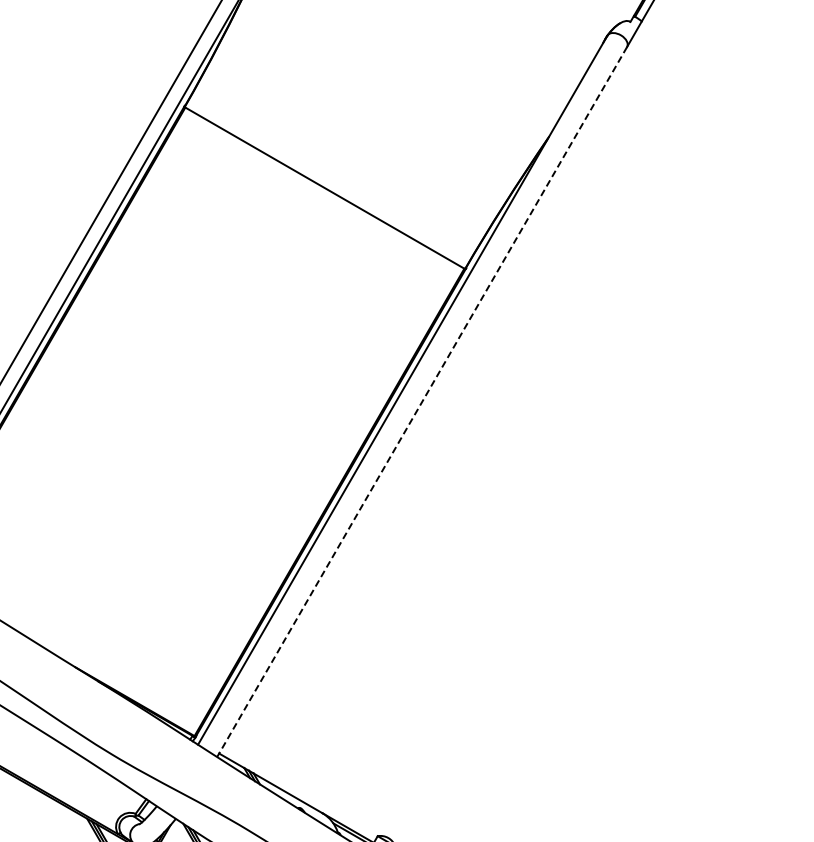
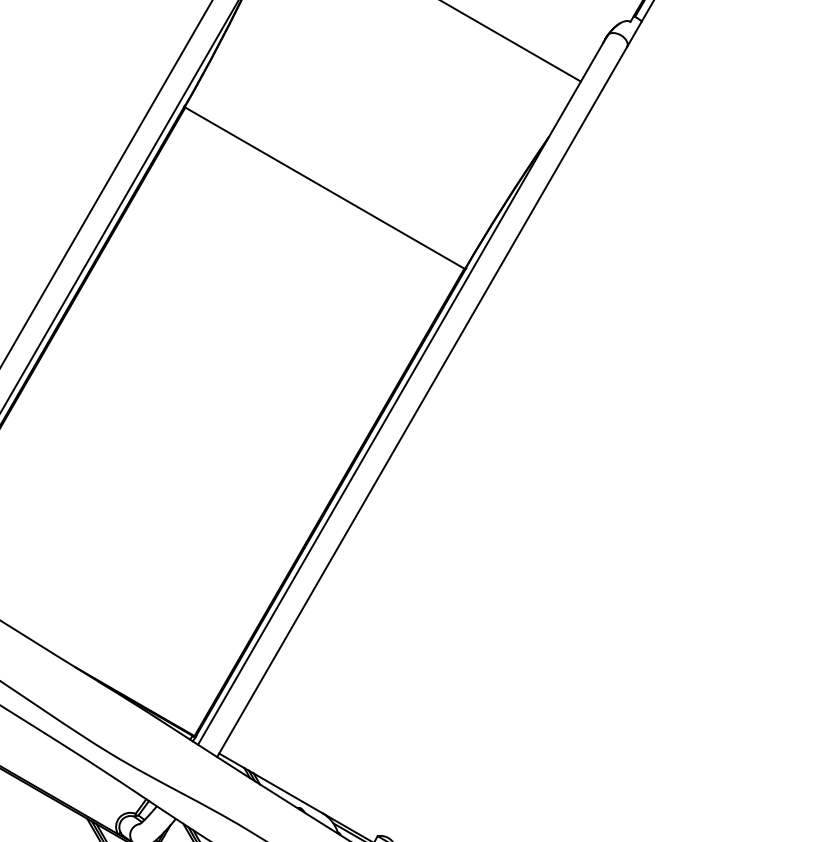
line at (511, 41): none -> present
line at (111, 191) position: (111, 191) -> (106, 183)
line at (422, 402): dashed -> solid
